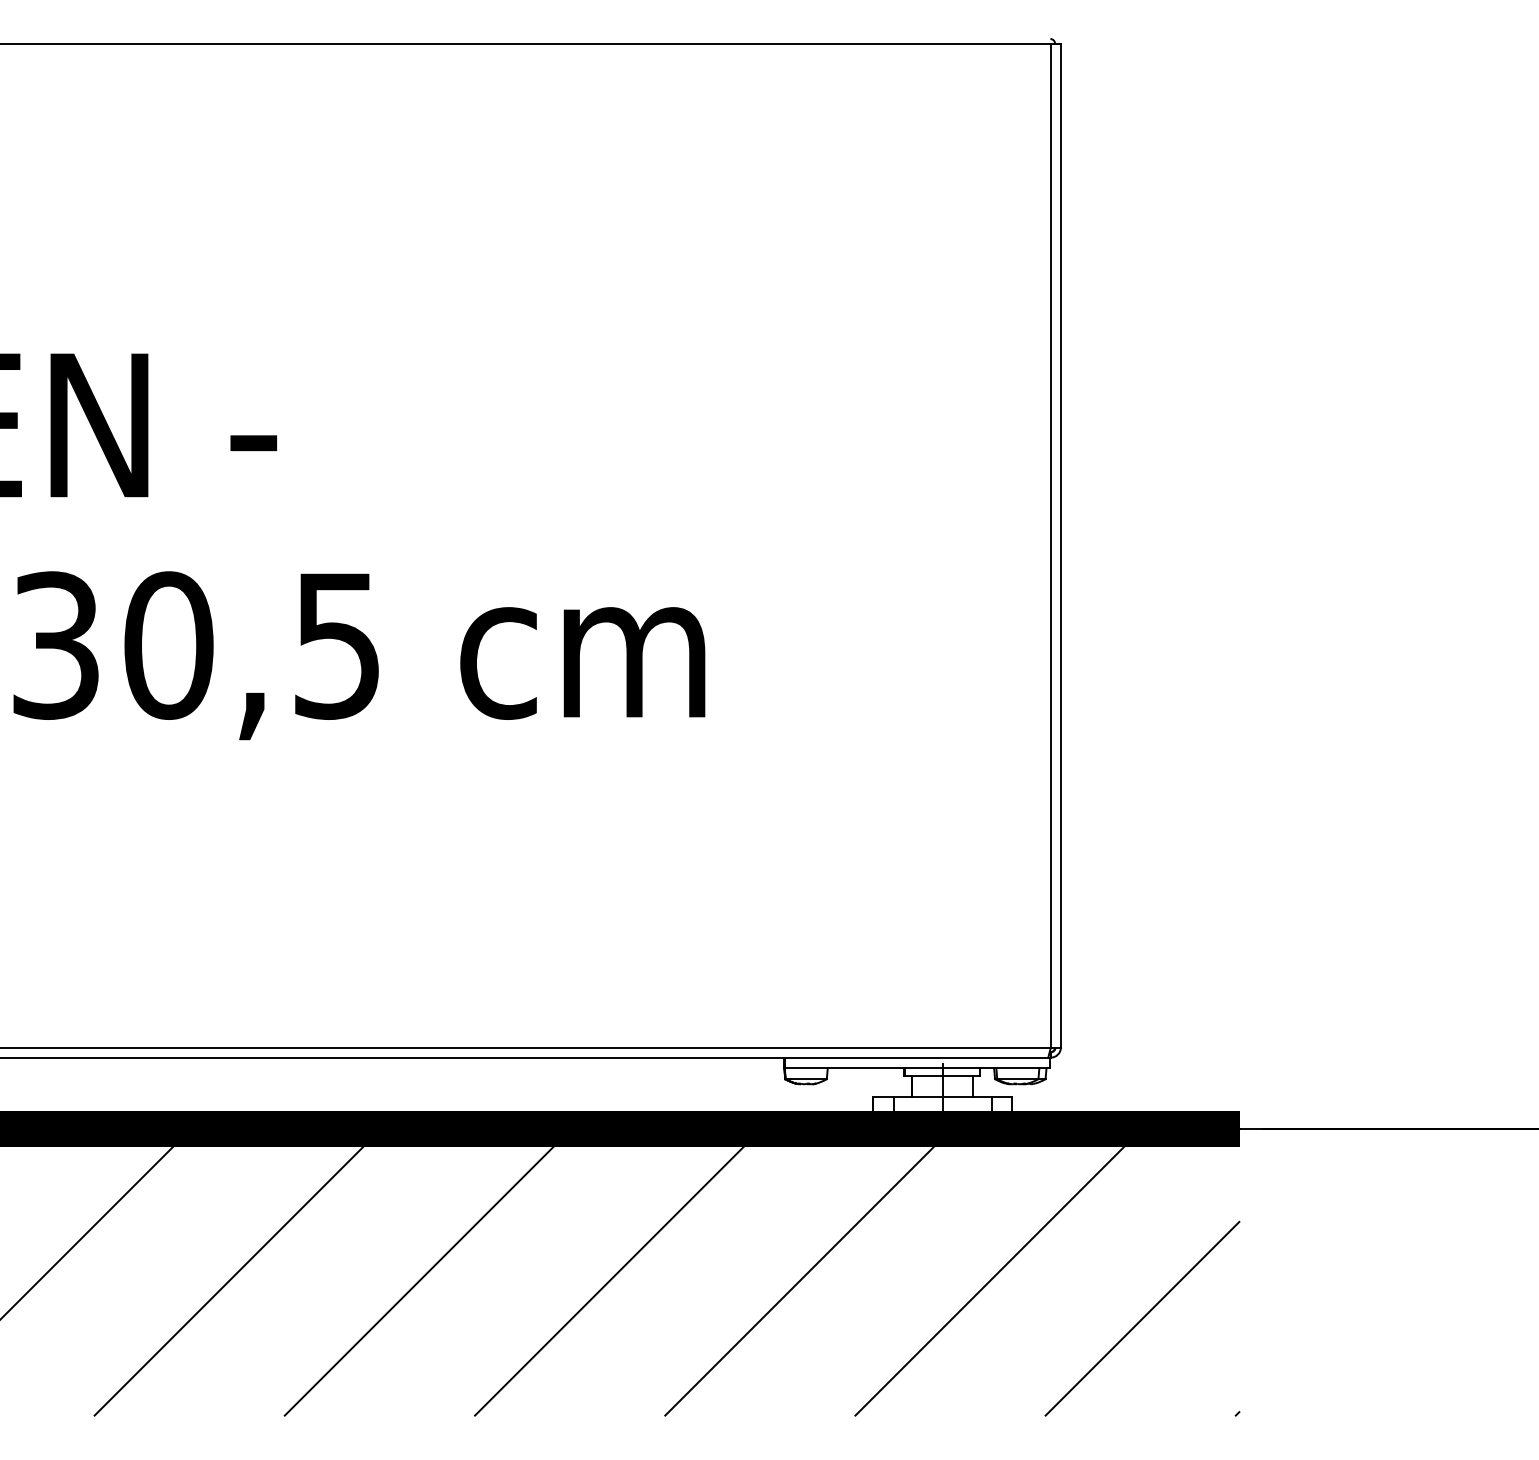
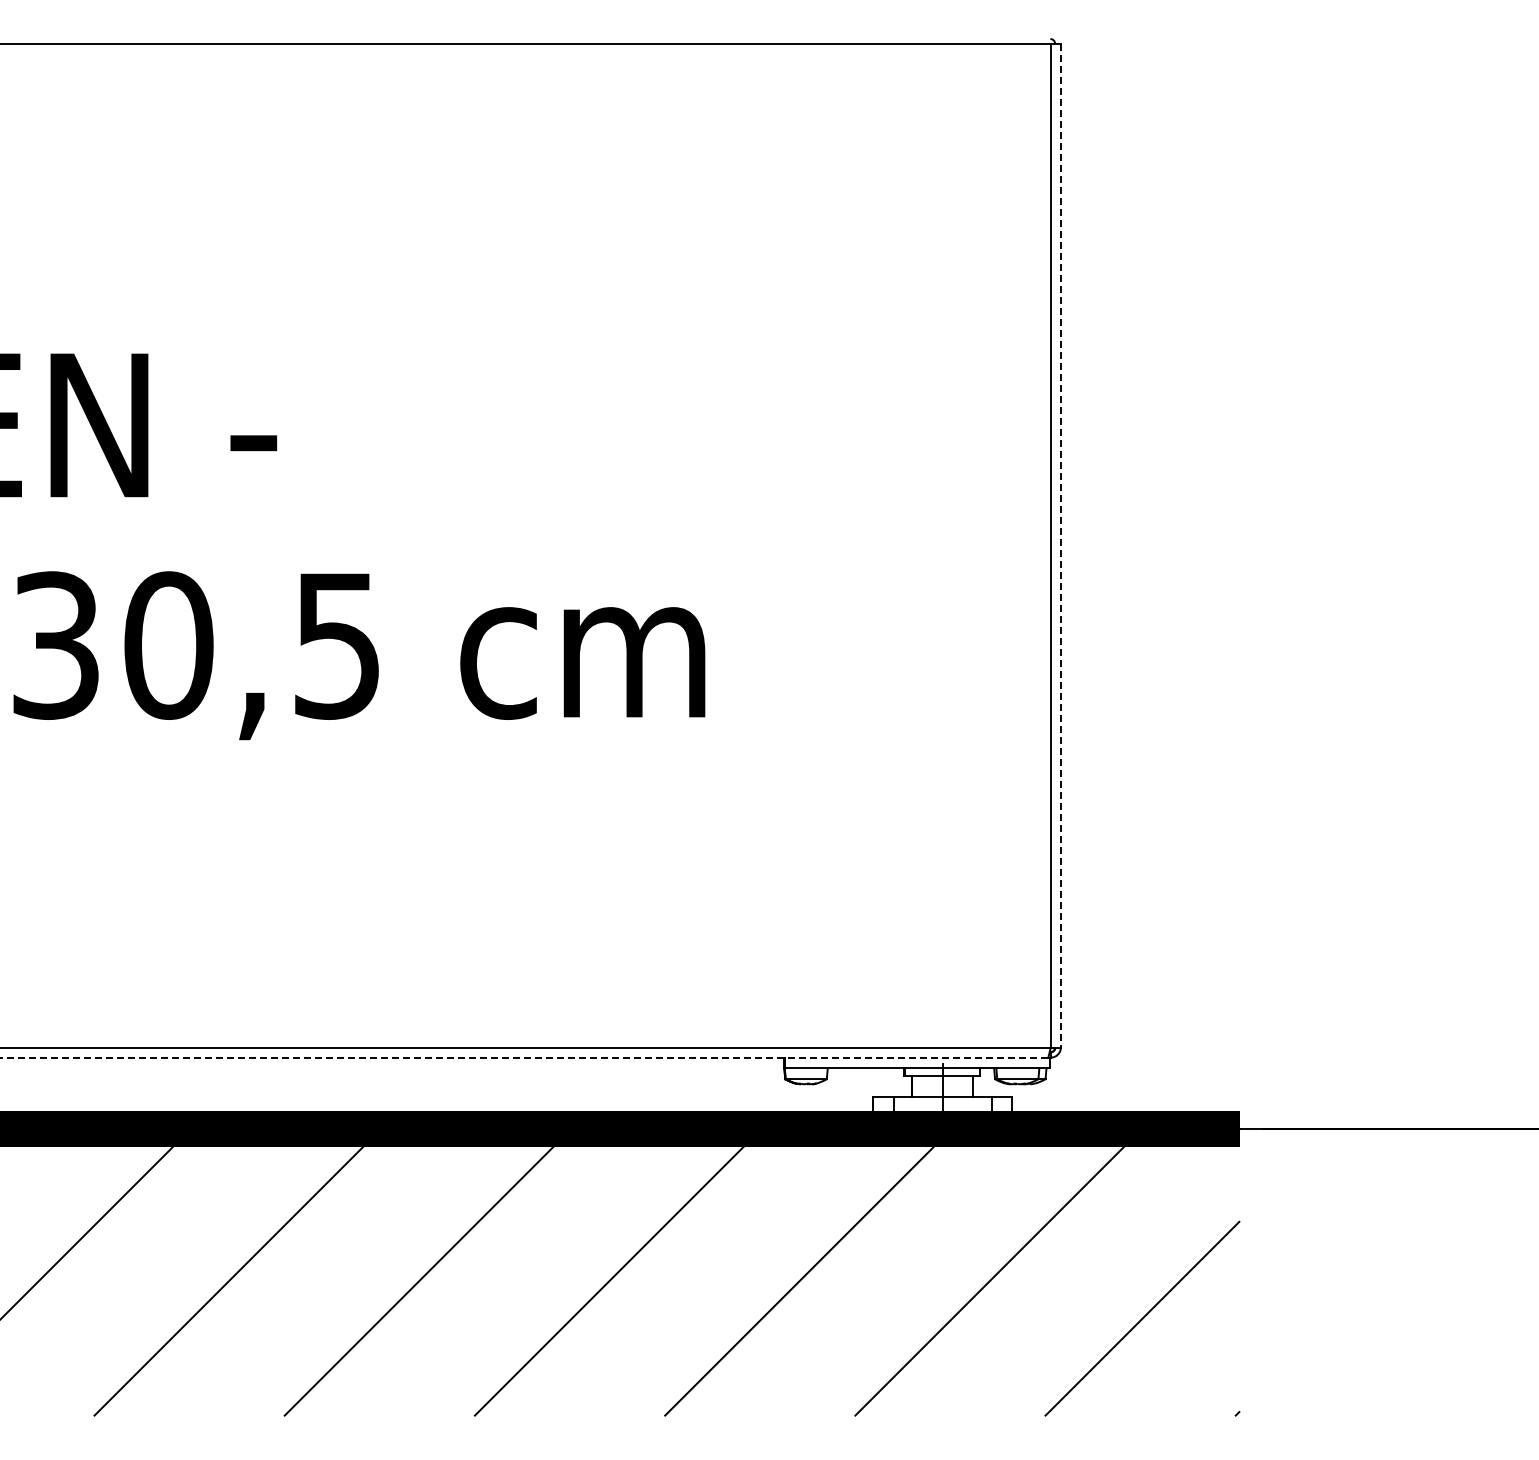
line at (1060, 545): solid -> dashed
line at (524, 1057): solid -> dashed
